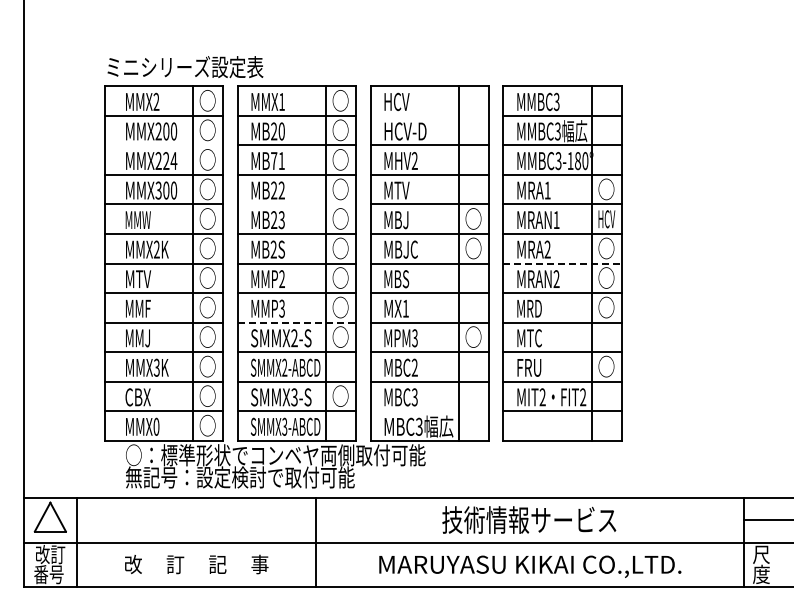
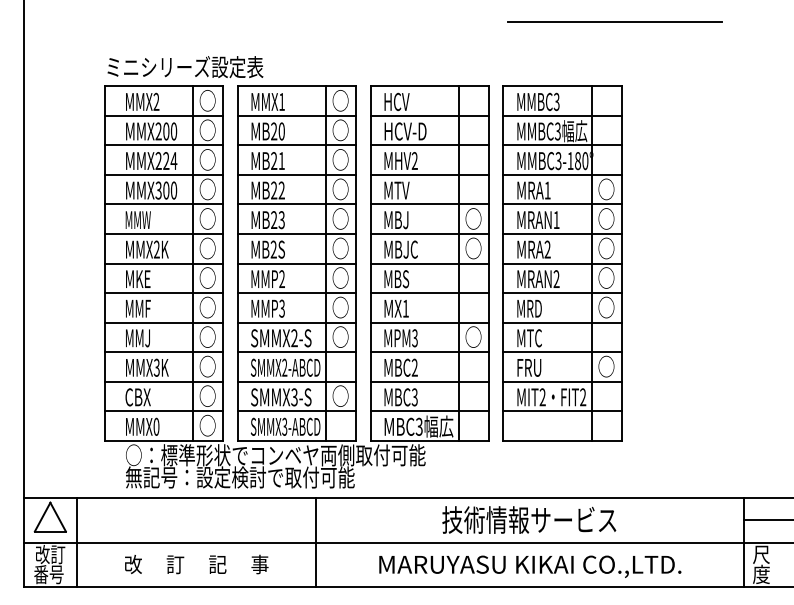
line at (614, 21): none -> present
line at (429, 115): none -> present
line at (163, 145): none -> present
text at (274, 160): MB71 -> MB21
line at (296, 204): none -> present
text at (606, 218): HCV -> ○
line at (562, 263): dashed -> solid
text at (139, 278): MTV -> MKE
line at (297, 322): dashed -> solid
line at (429, 411): none -> present
